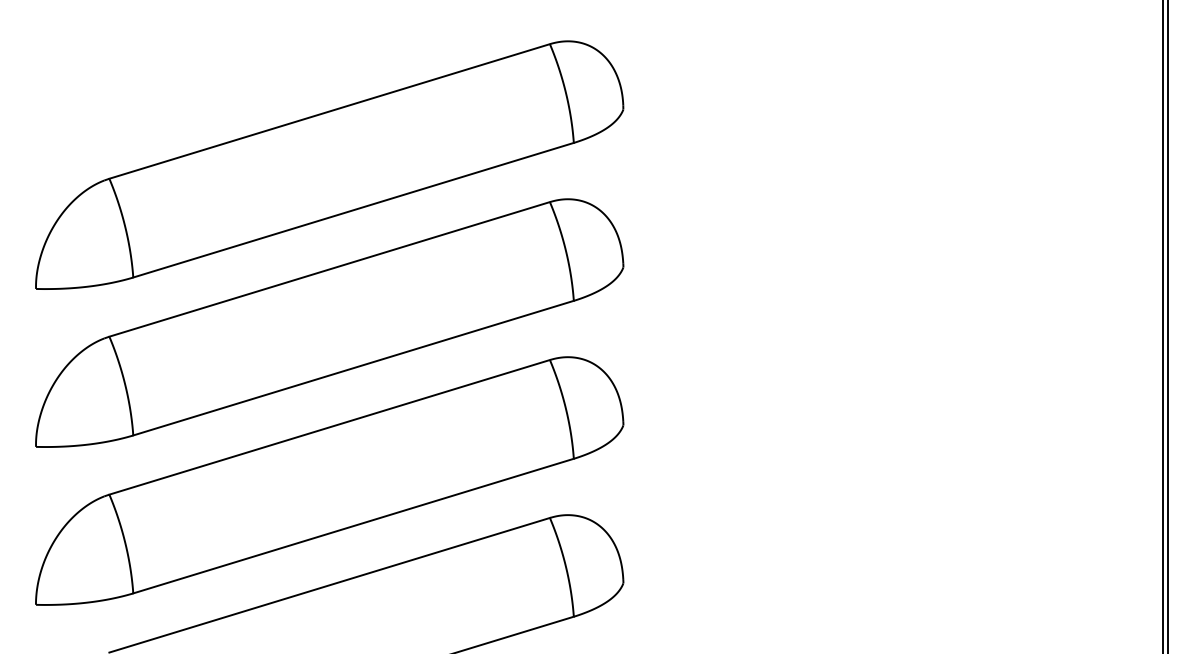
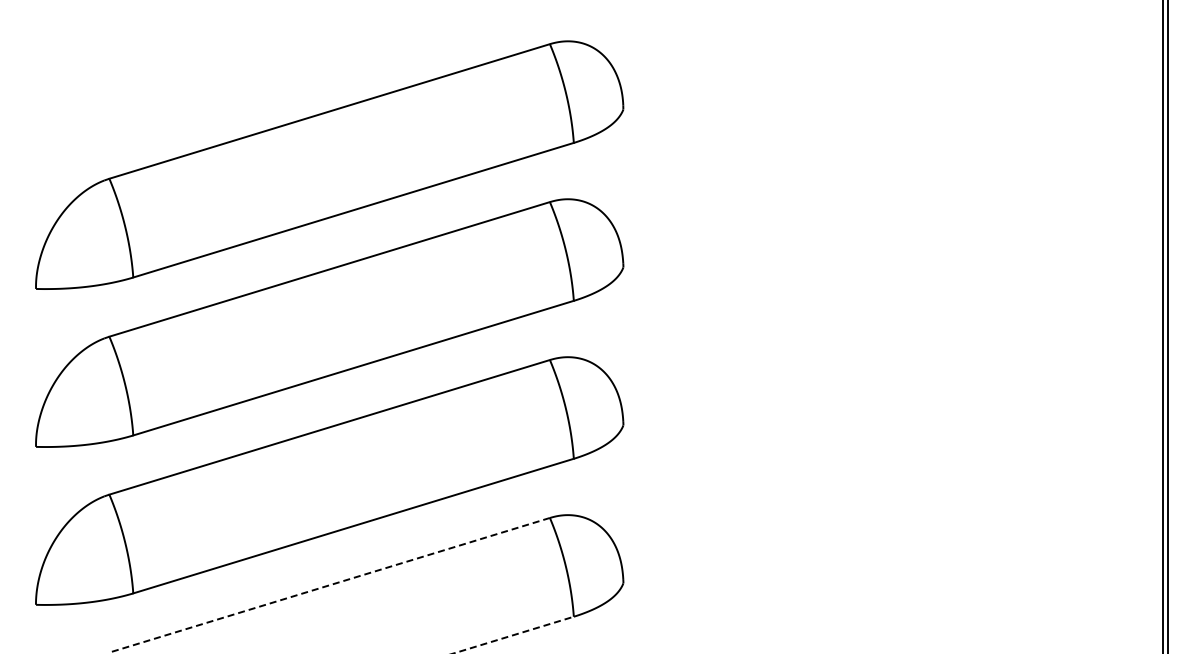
line at (329, 585): solid -> dashed
line at (513, 635): solid -> dashed
